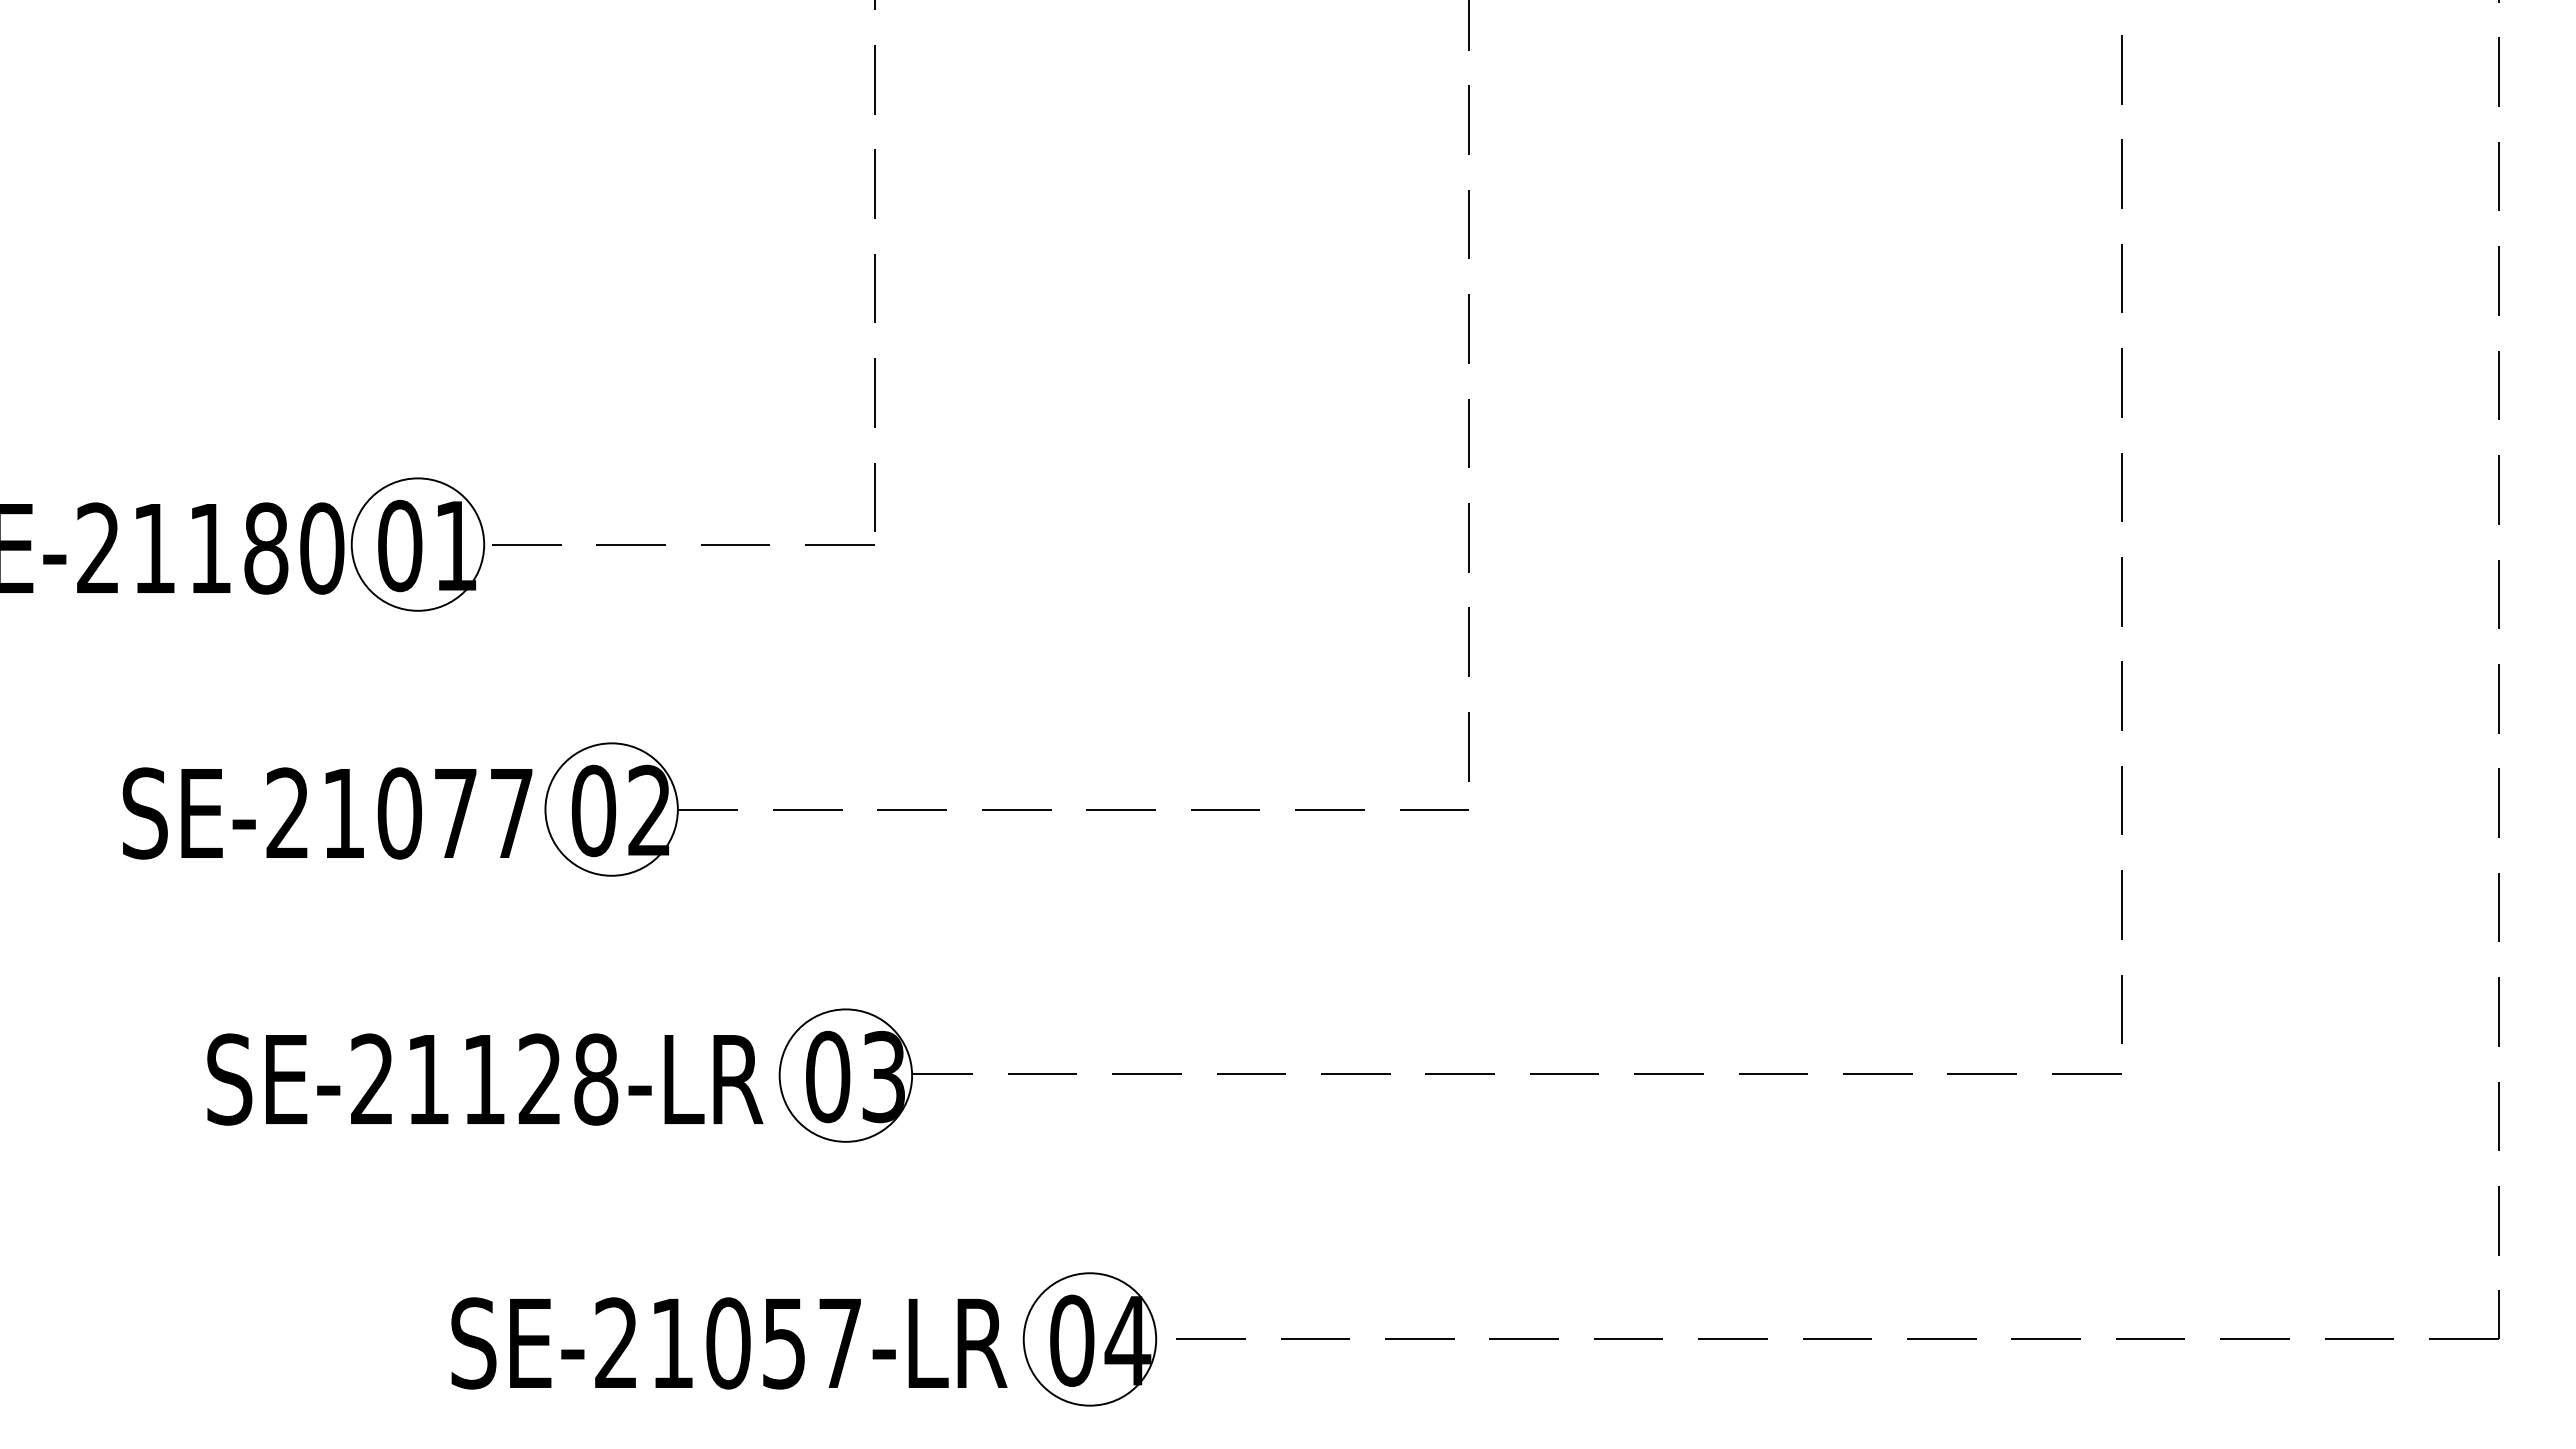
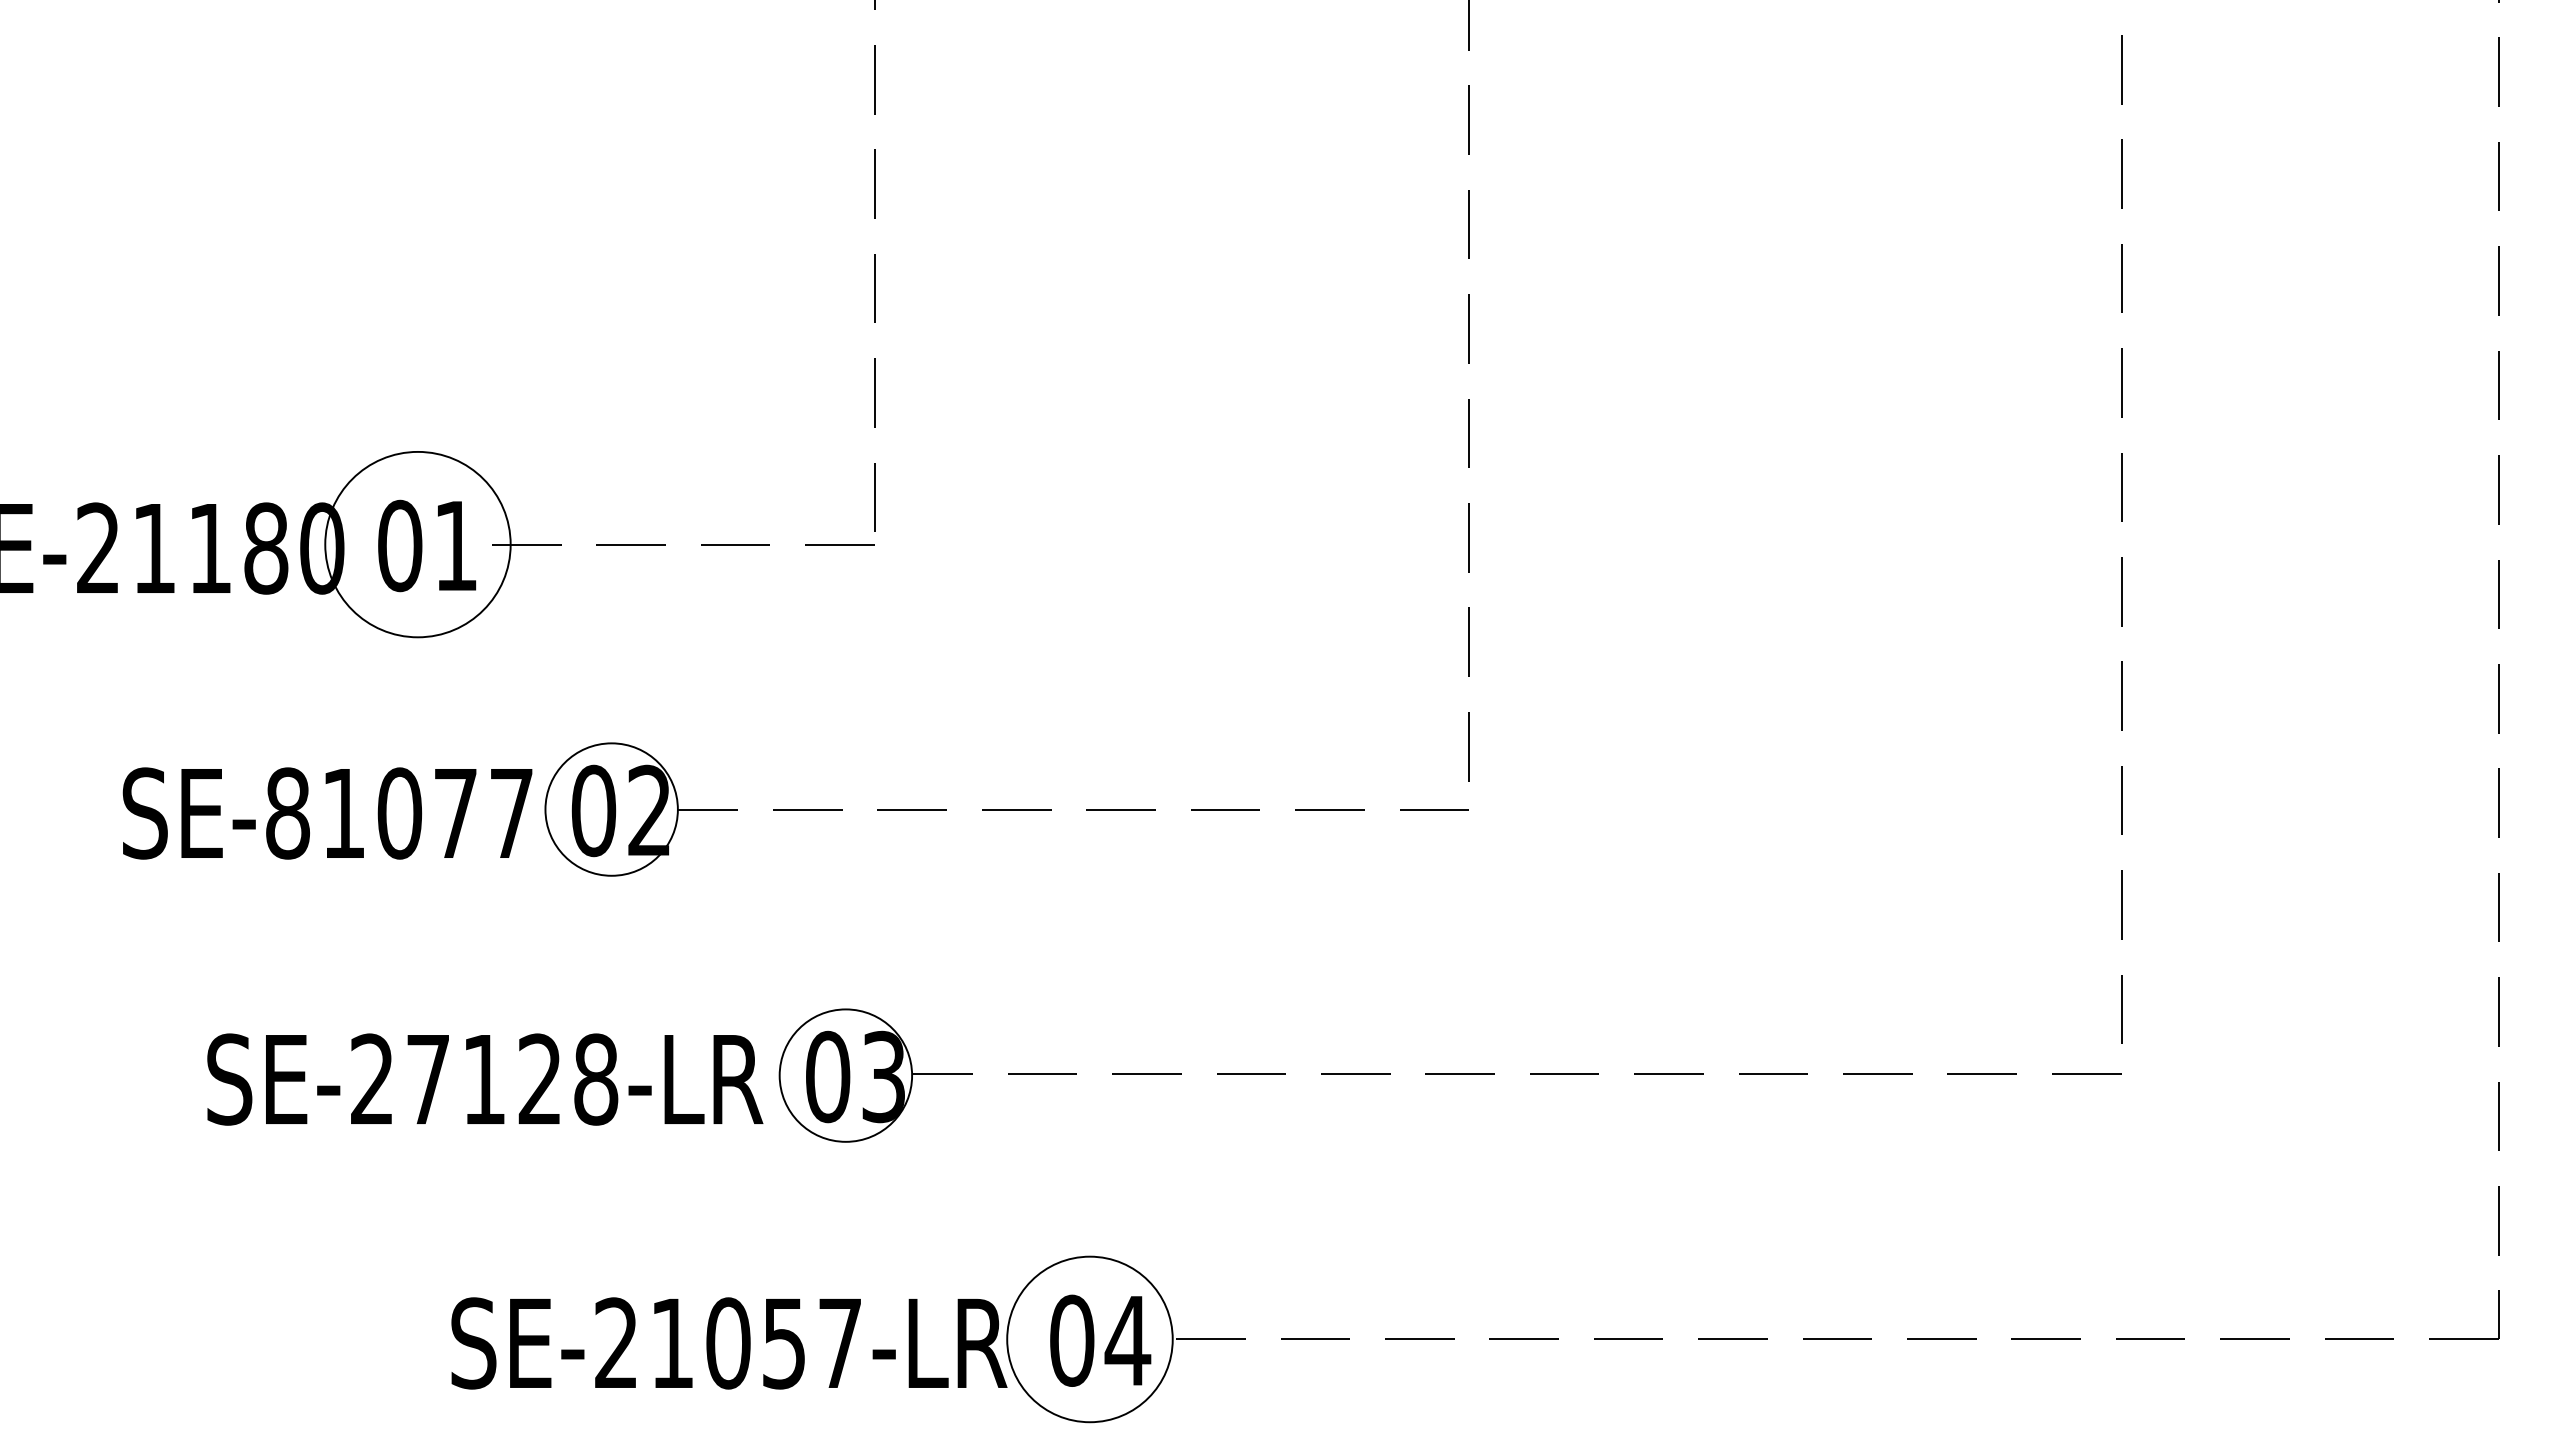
circle at (417, 544) diameter: 132 px -> 185 px
text at (287, 813): SE-21077 -> SE-81077
text at (427, 1079): SE-21128-LR -> SE-27128-LR
circle at (1089, 1339) diameter: 132 px -> 166 px
